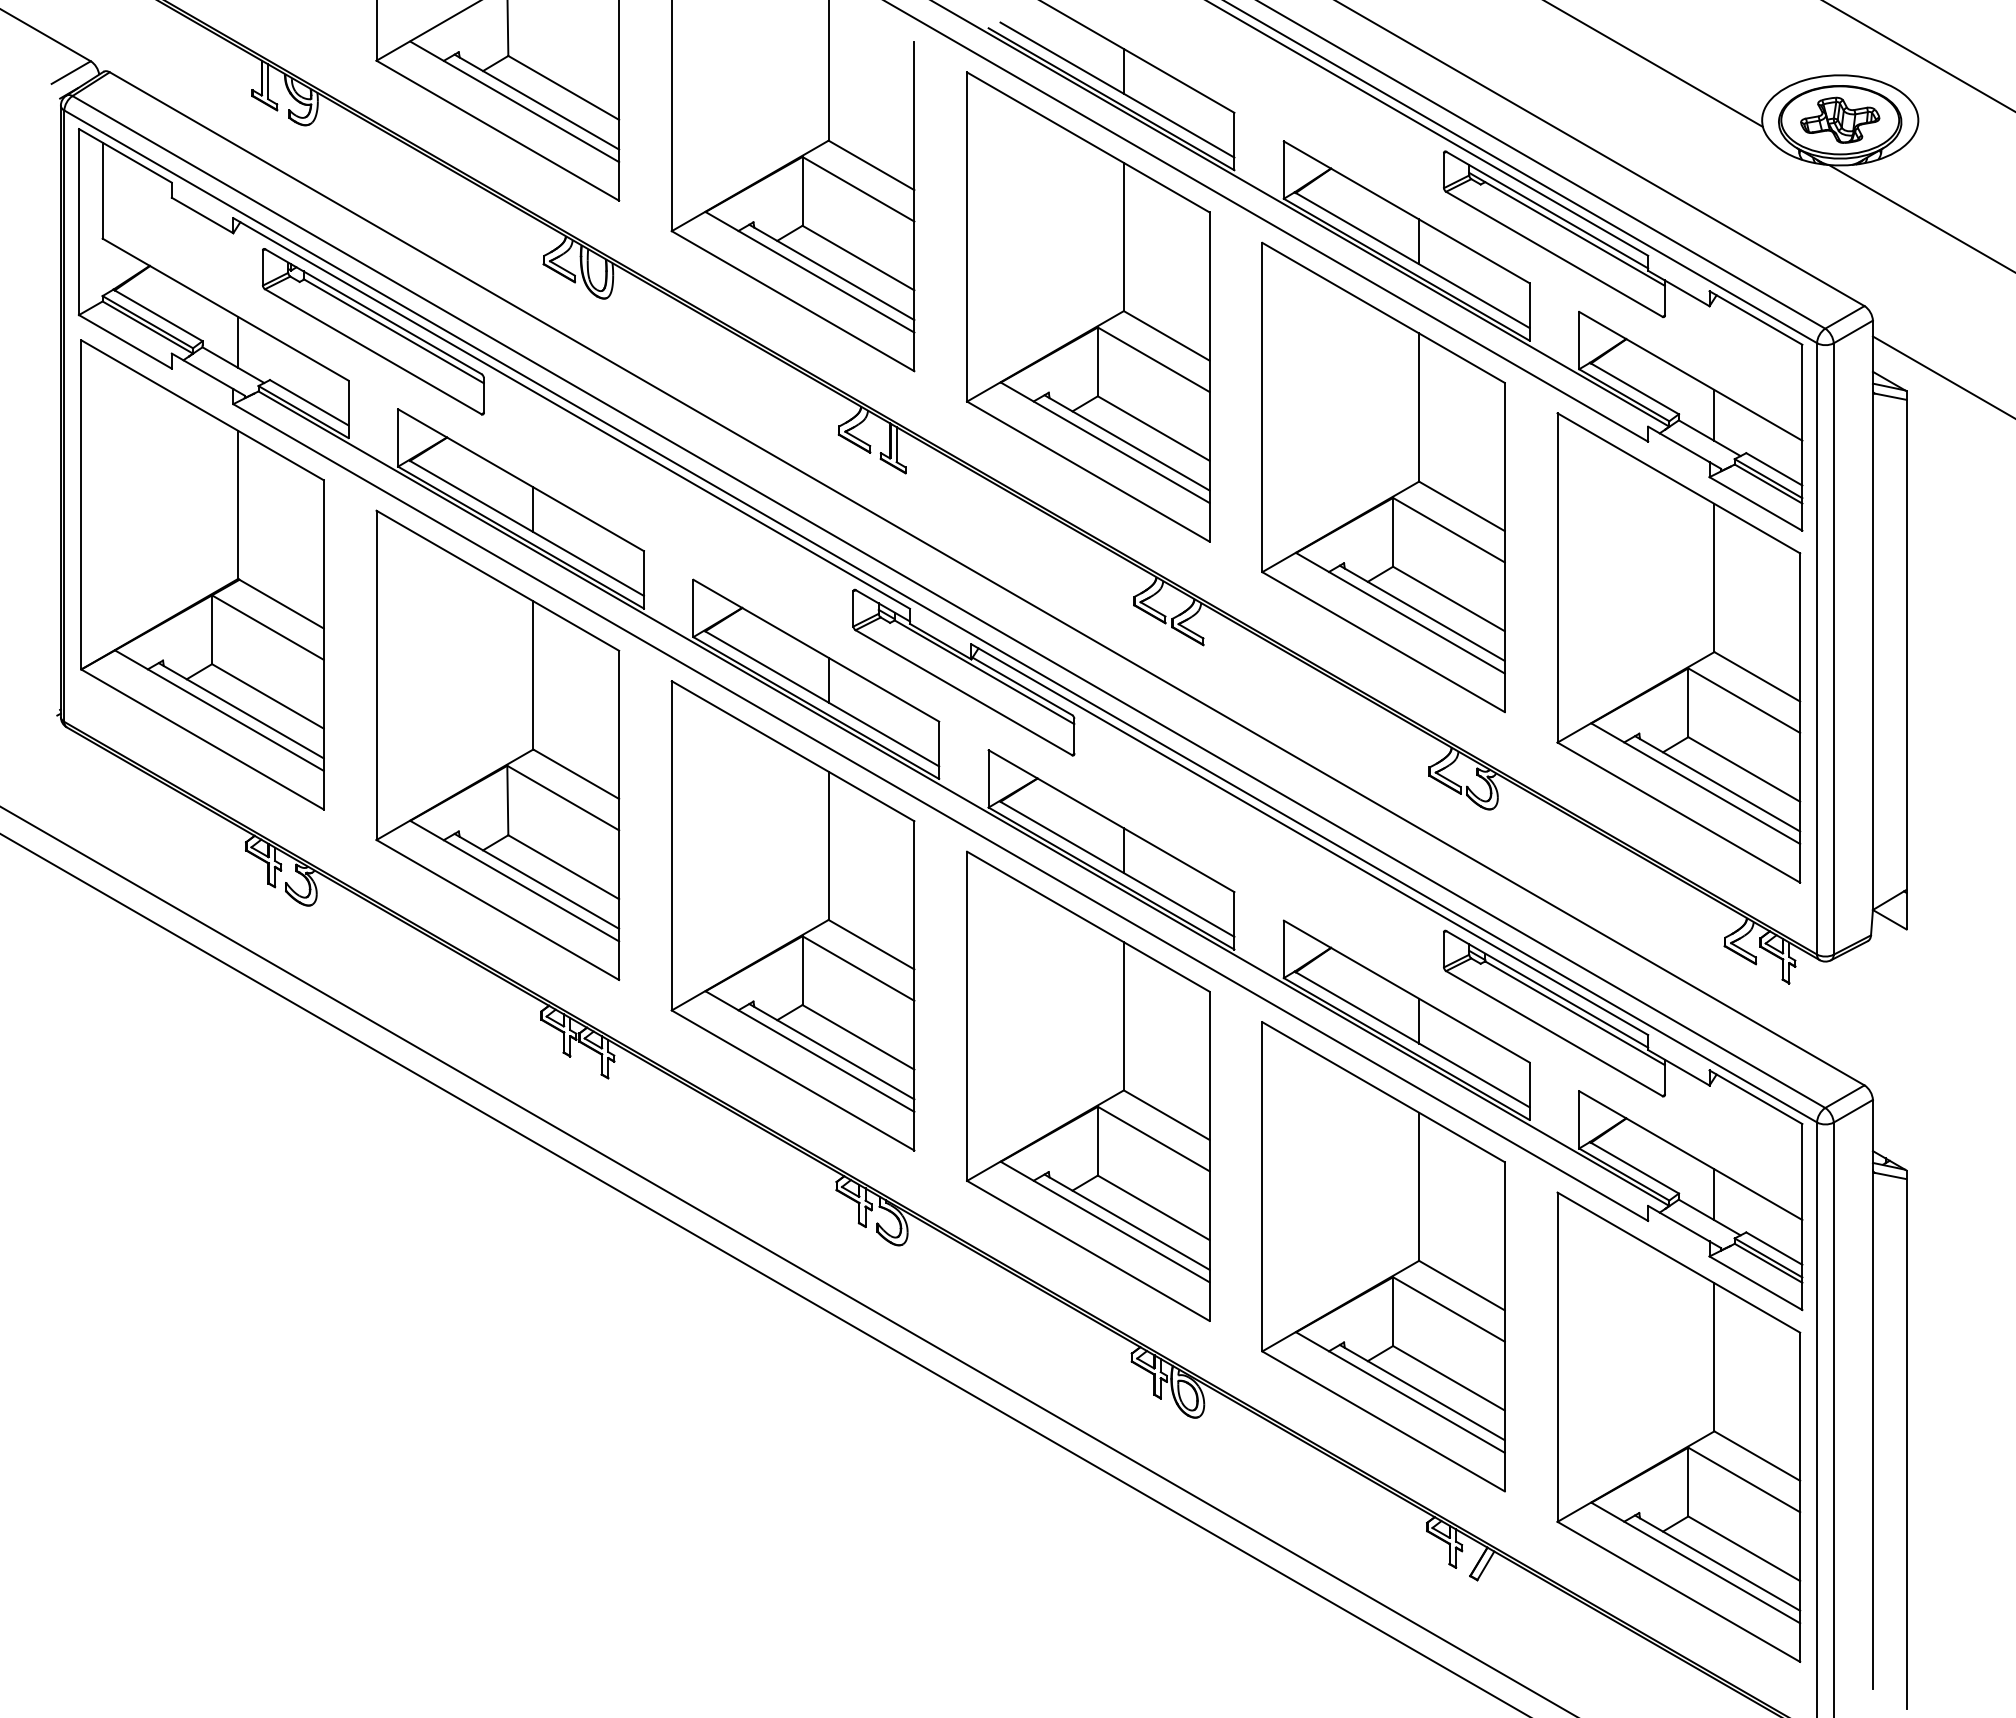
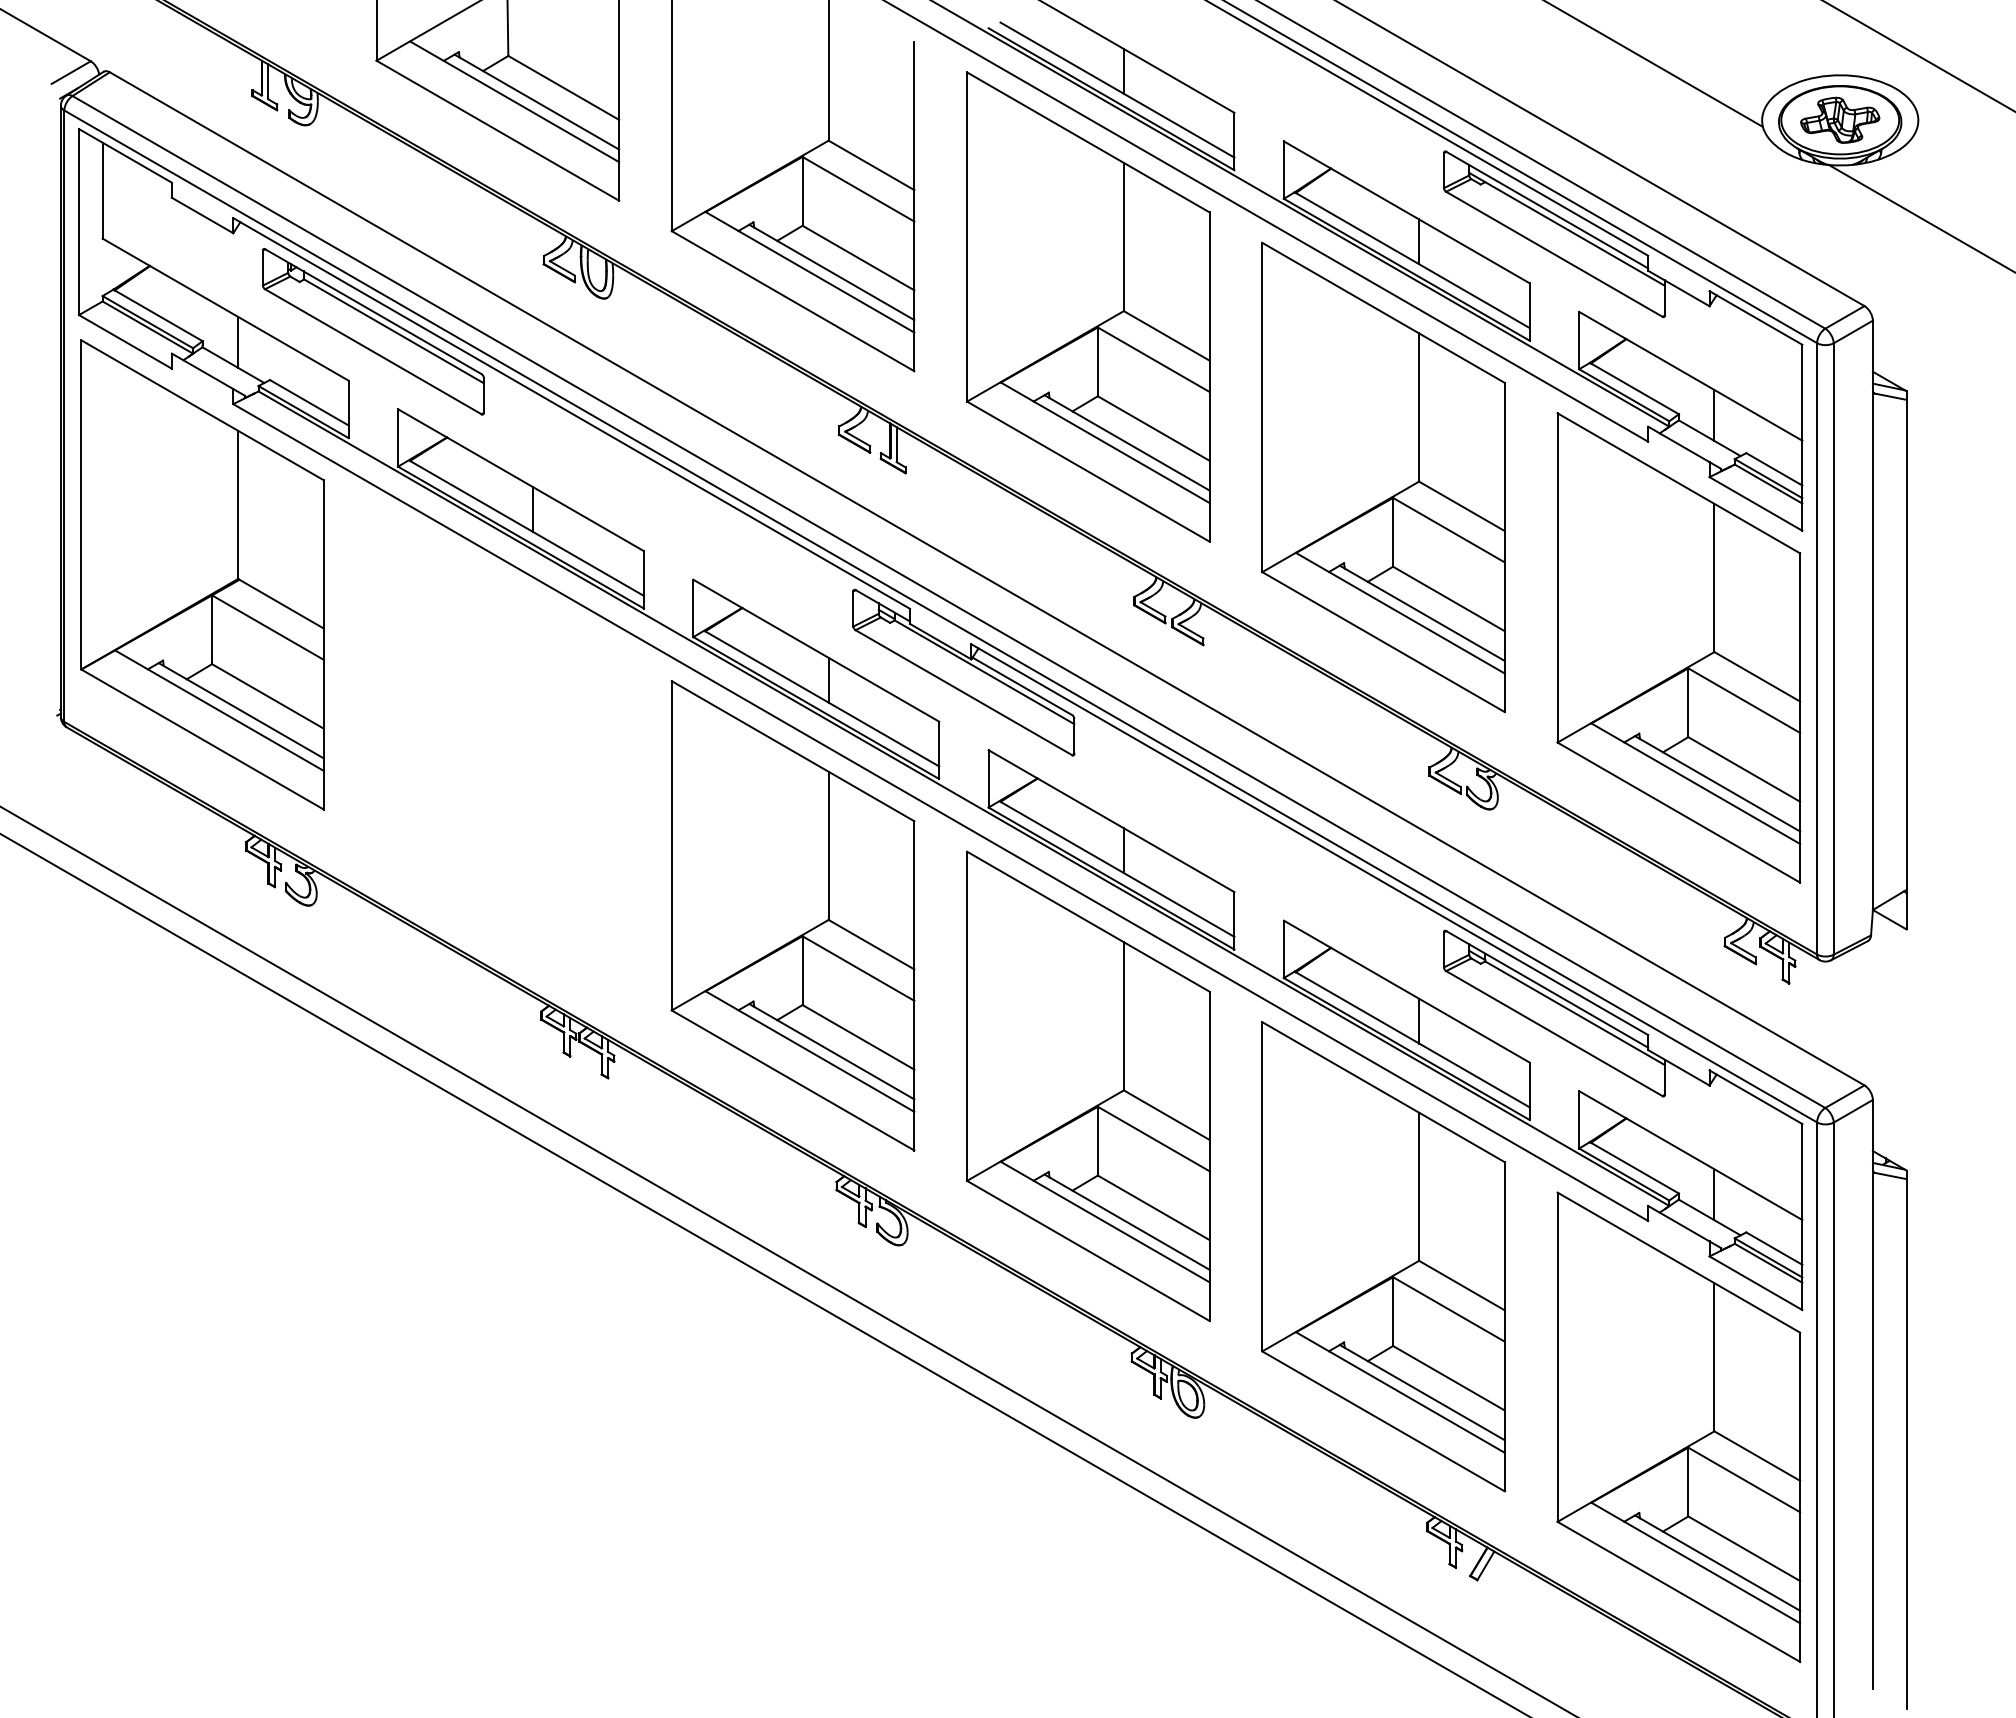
line at (1942, 376): present -> none
part at (497, 744): present -> none
